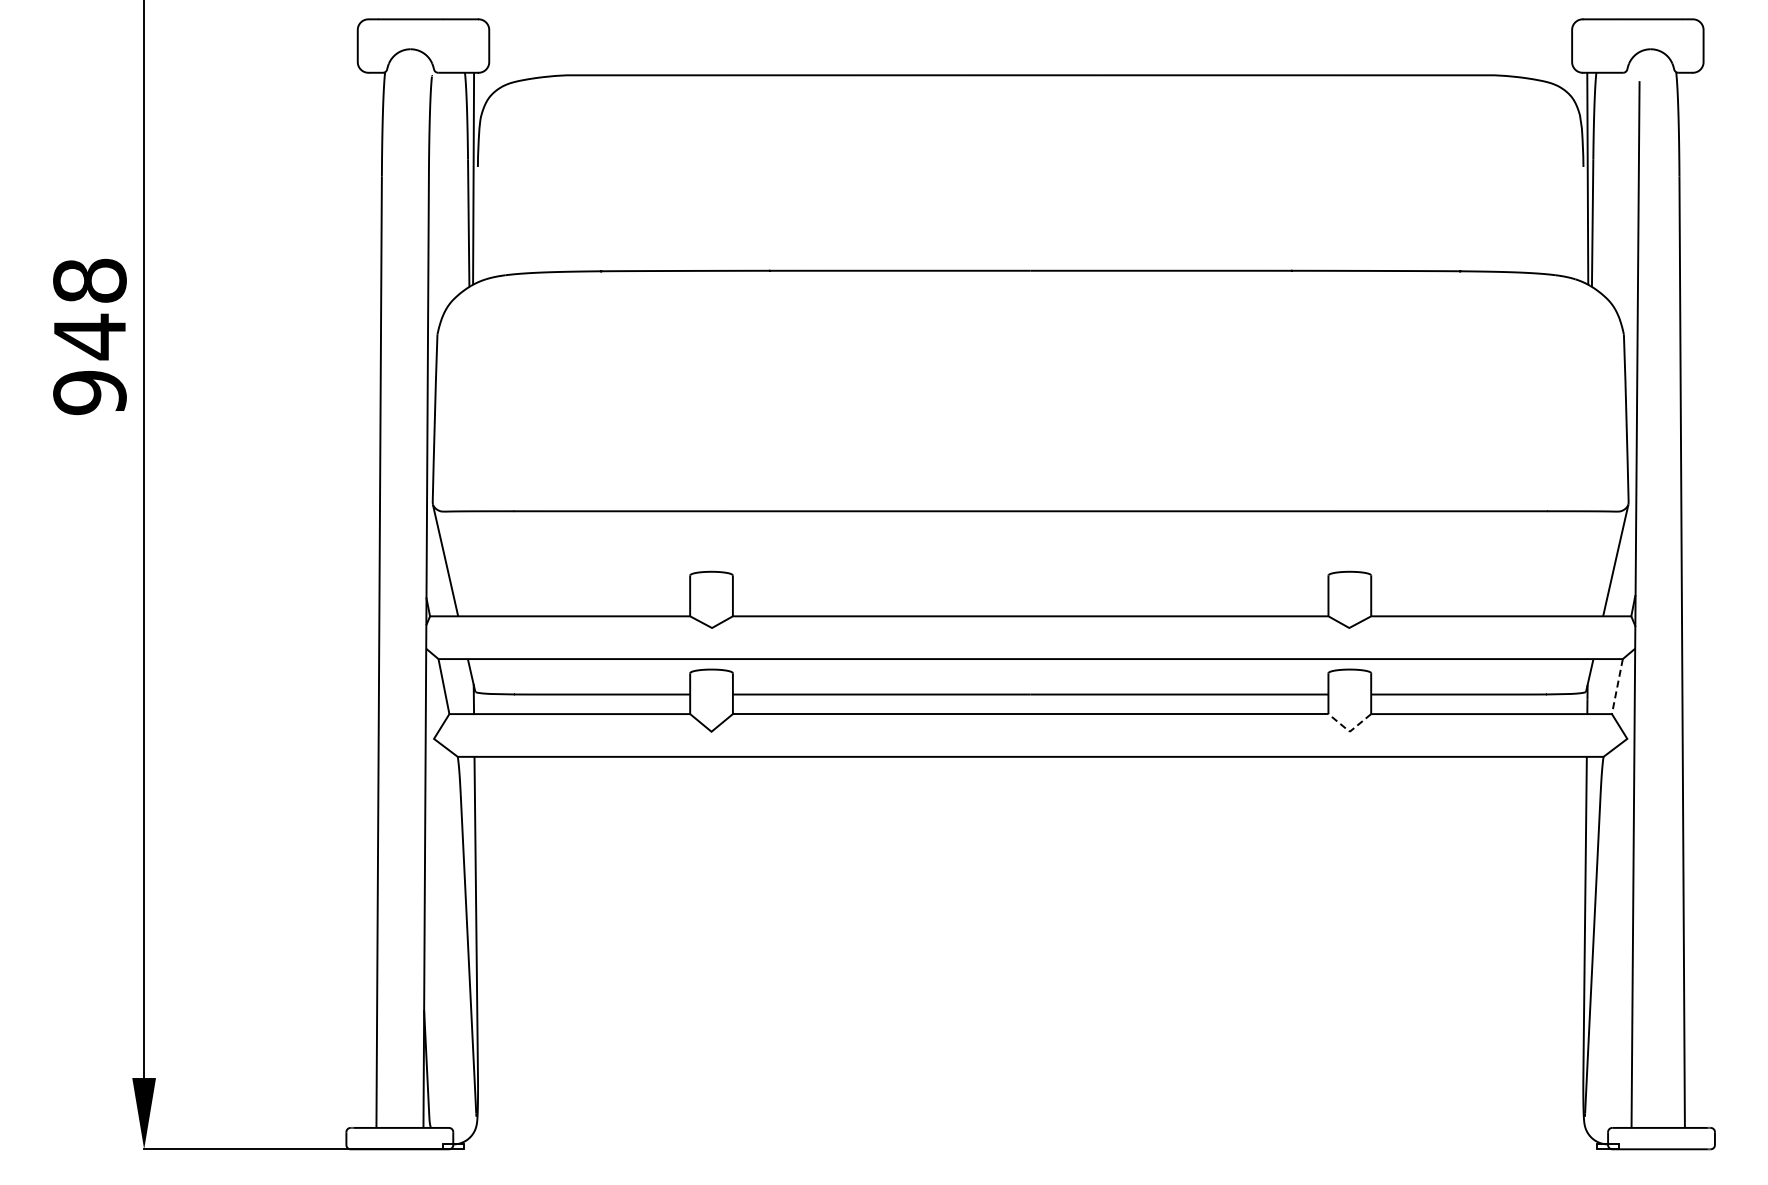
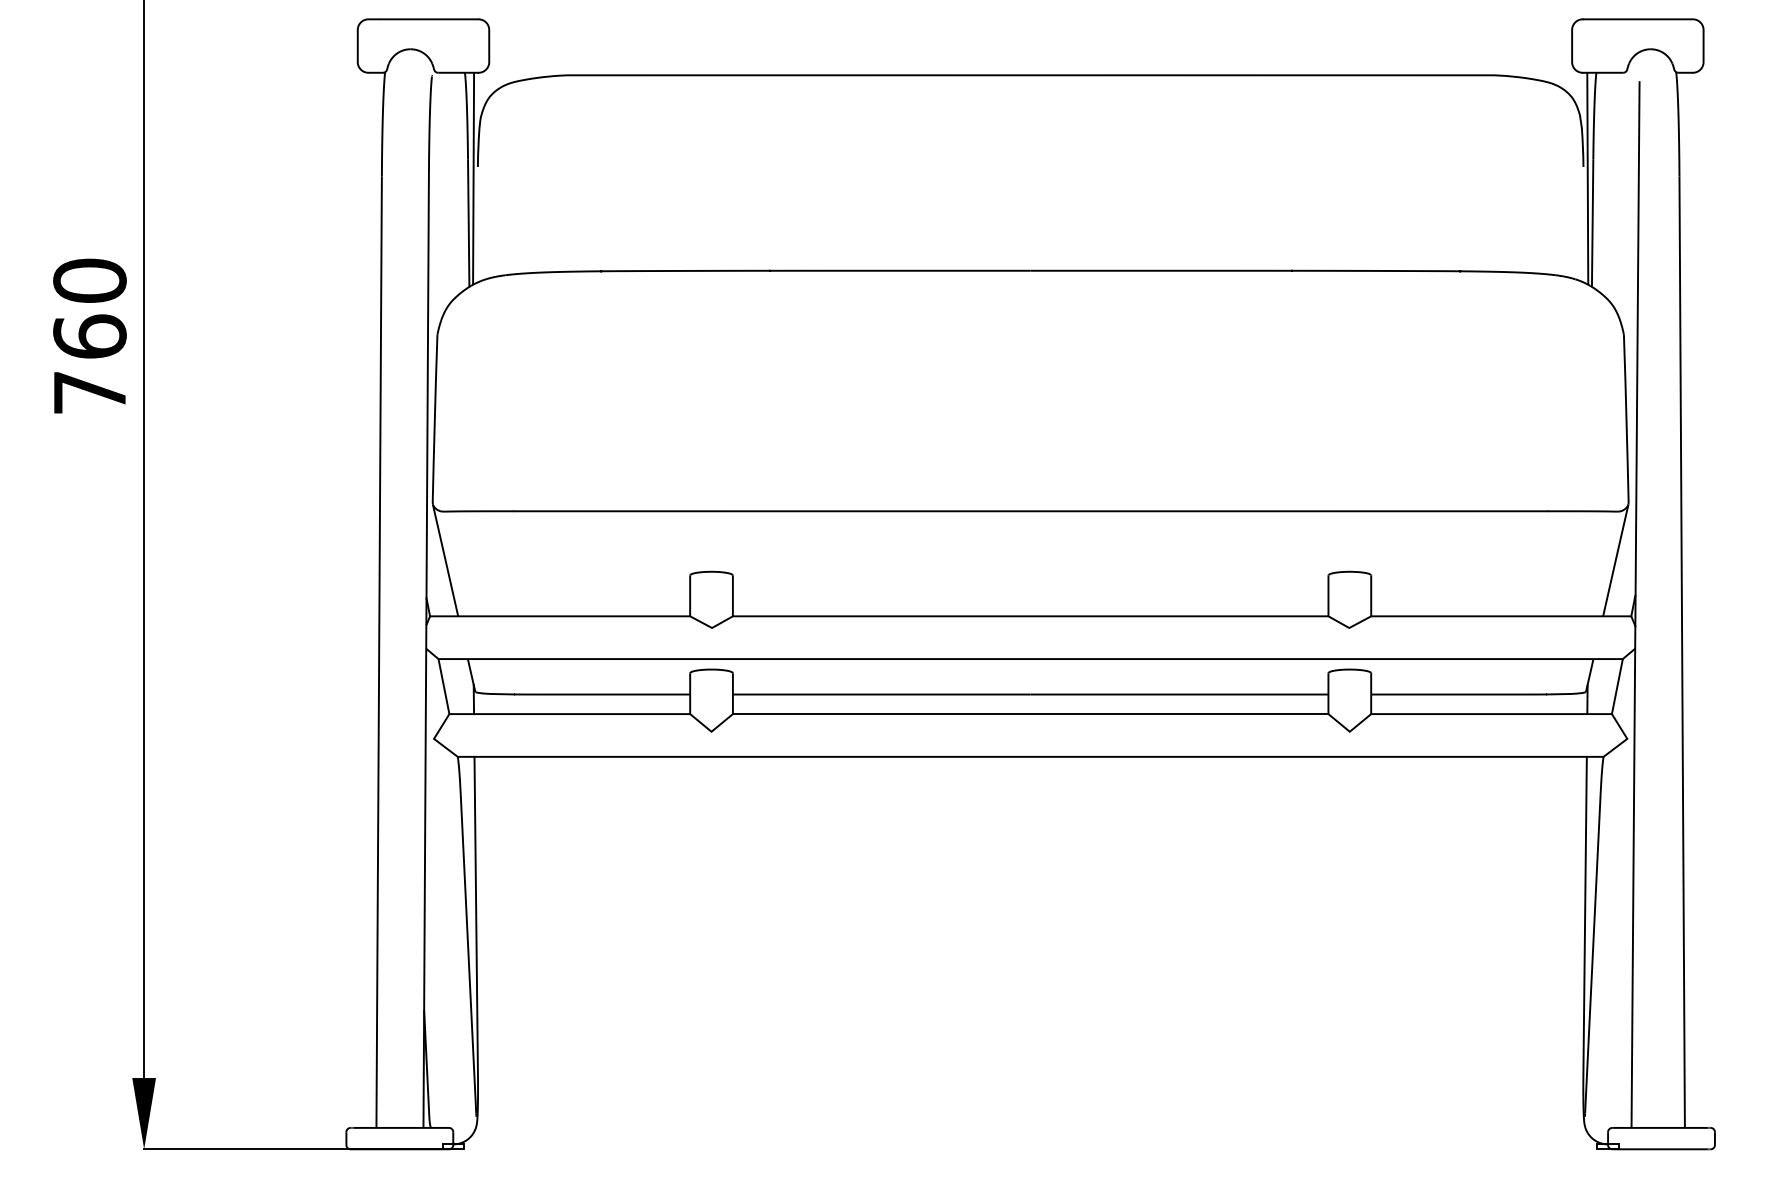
text at (89, 336): 948 -> 760
line at (1617, 687): dashed -> solid
line at (1349, 731): dashed -> solid
